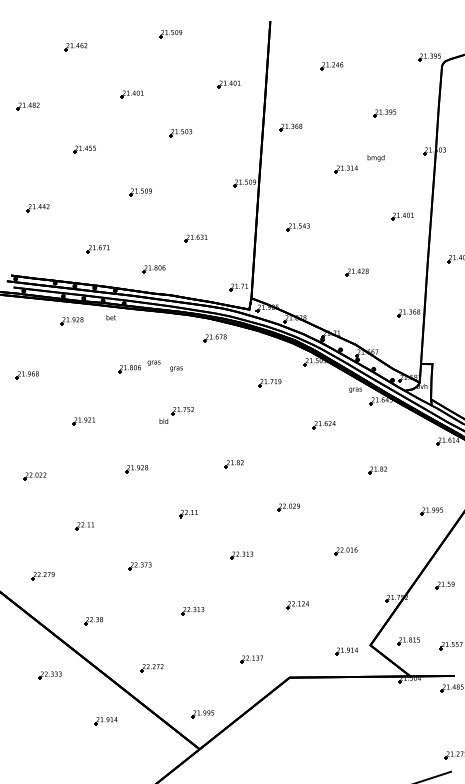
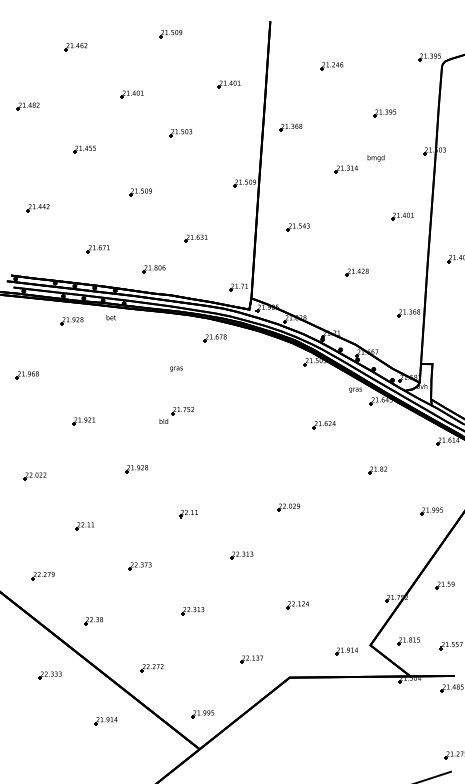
part at (139, 366): present -> none
part at (269, 383): present -> none
part at (233, 464): present -> none
part at (345, 551): present -> none
